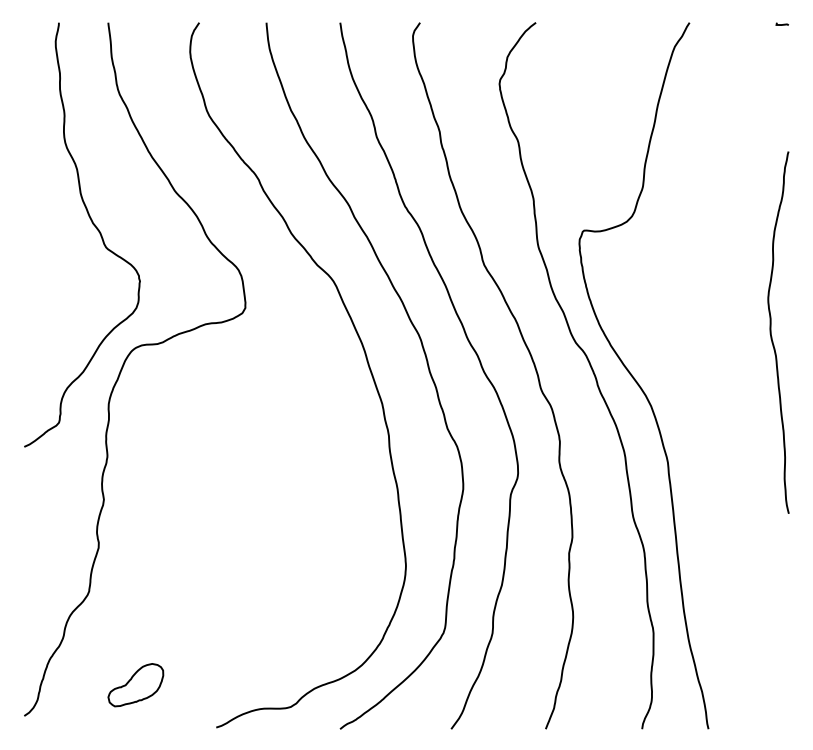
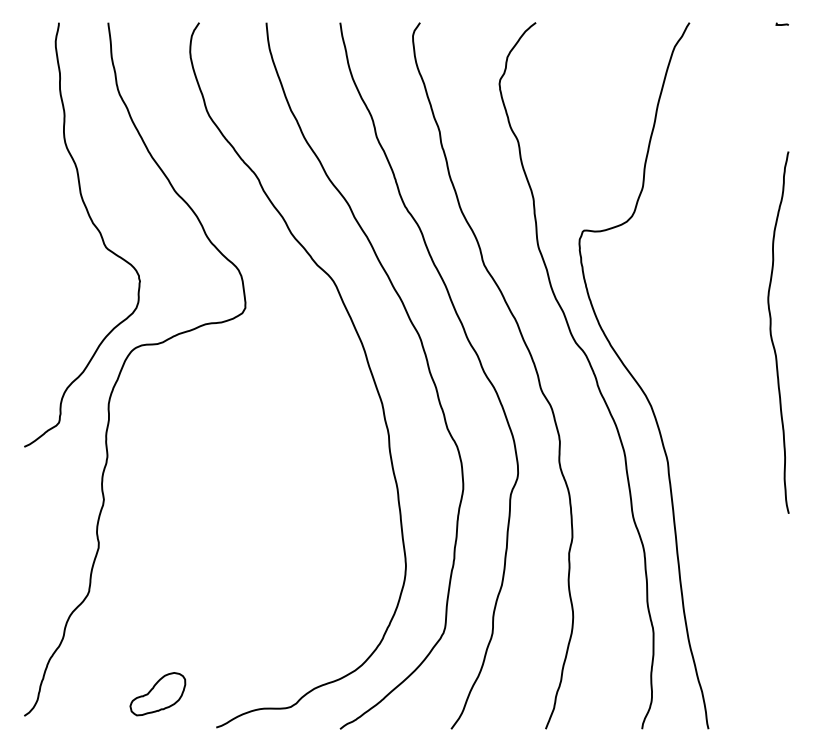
part at (135, 685) position: (135, 685) -> (157, 694)
